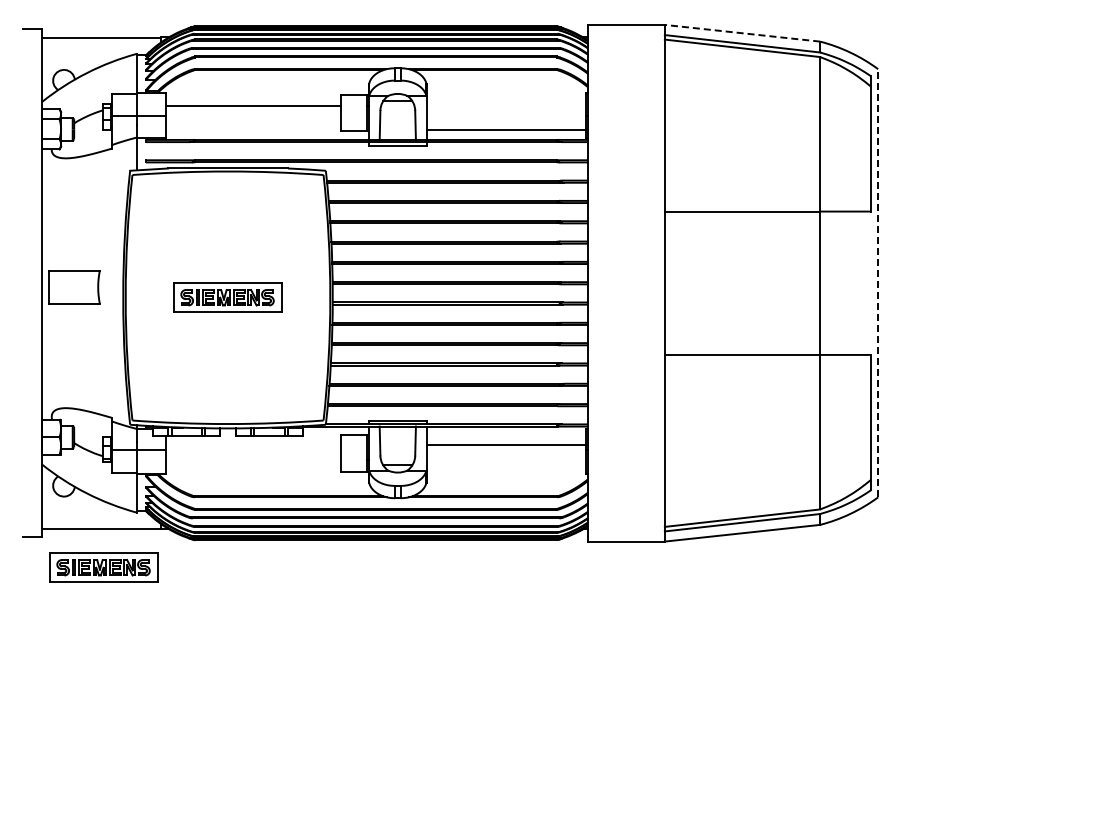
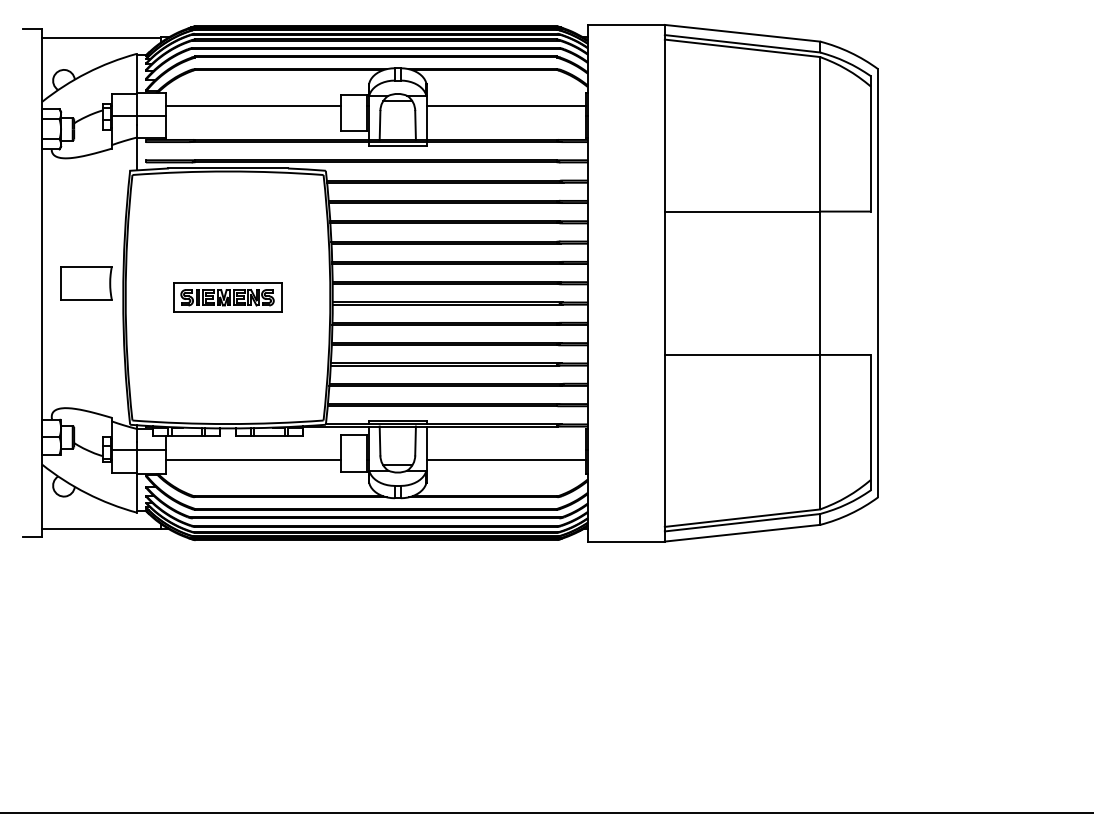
line at (742, 33): dashed -> solid
line at (506, 130) position: (506, 130) -> (506, 106)
line at (878, 282): dashed -> solid
part at (74, 287) position: (74, 287) -> (86, 283)
line at (506, 445) position: (506, 445) -> (506, 460)
line at (253, 460): none -> present
part at (103, 567): present -> none
line at (546, 813): none -> present
